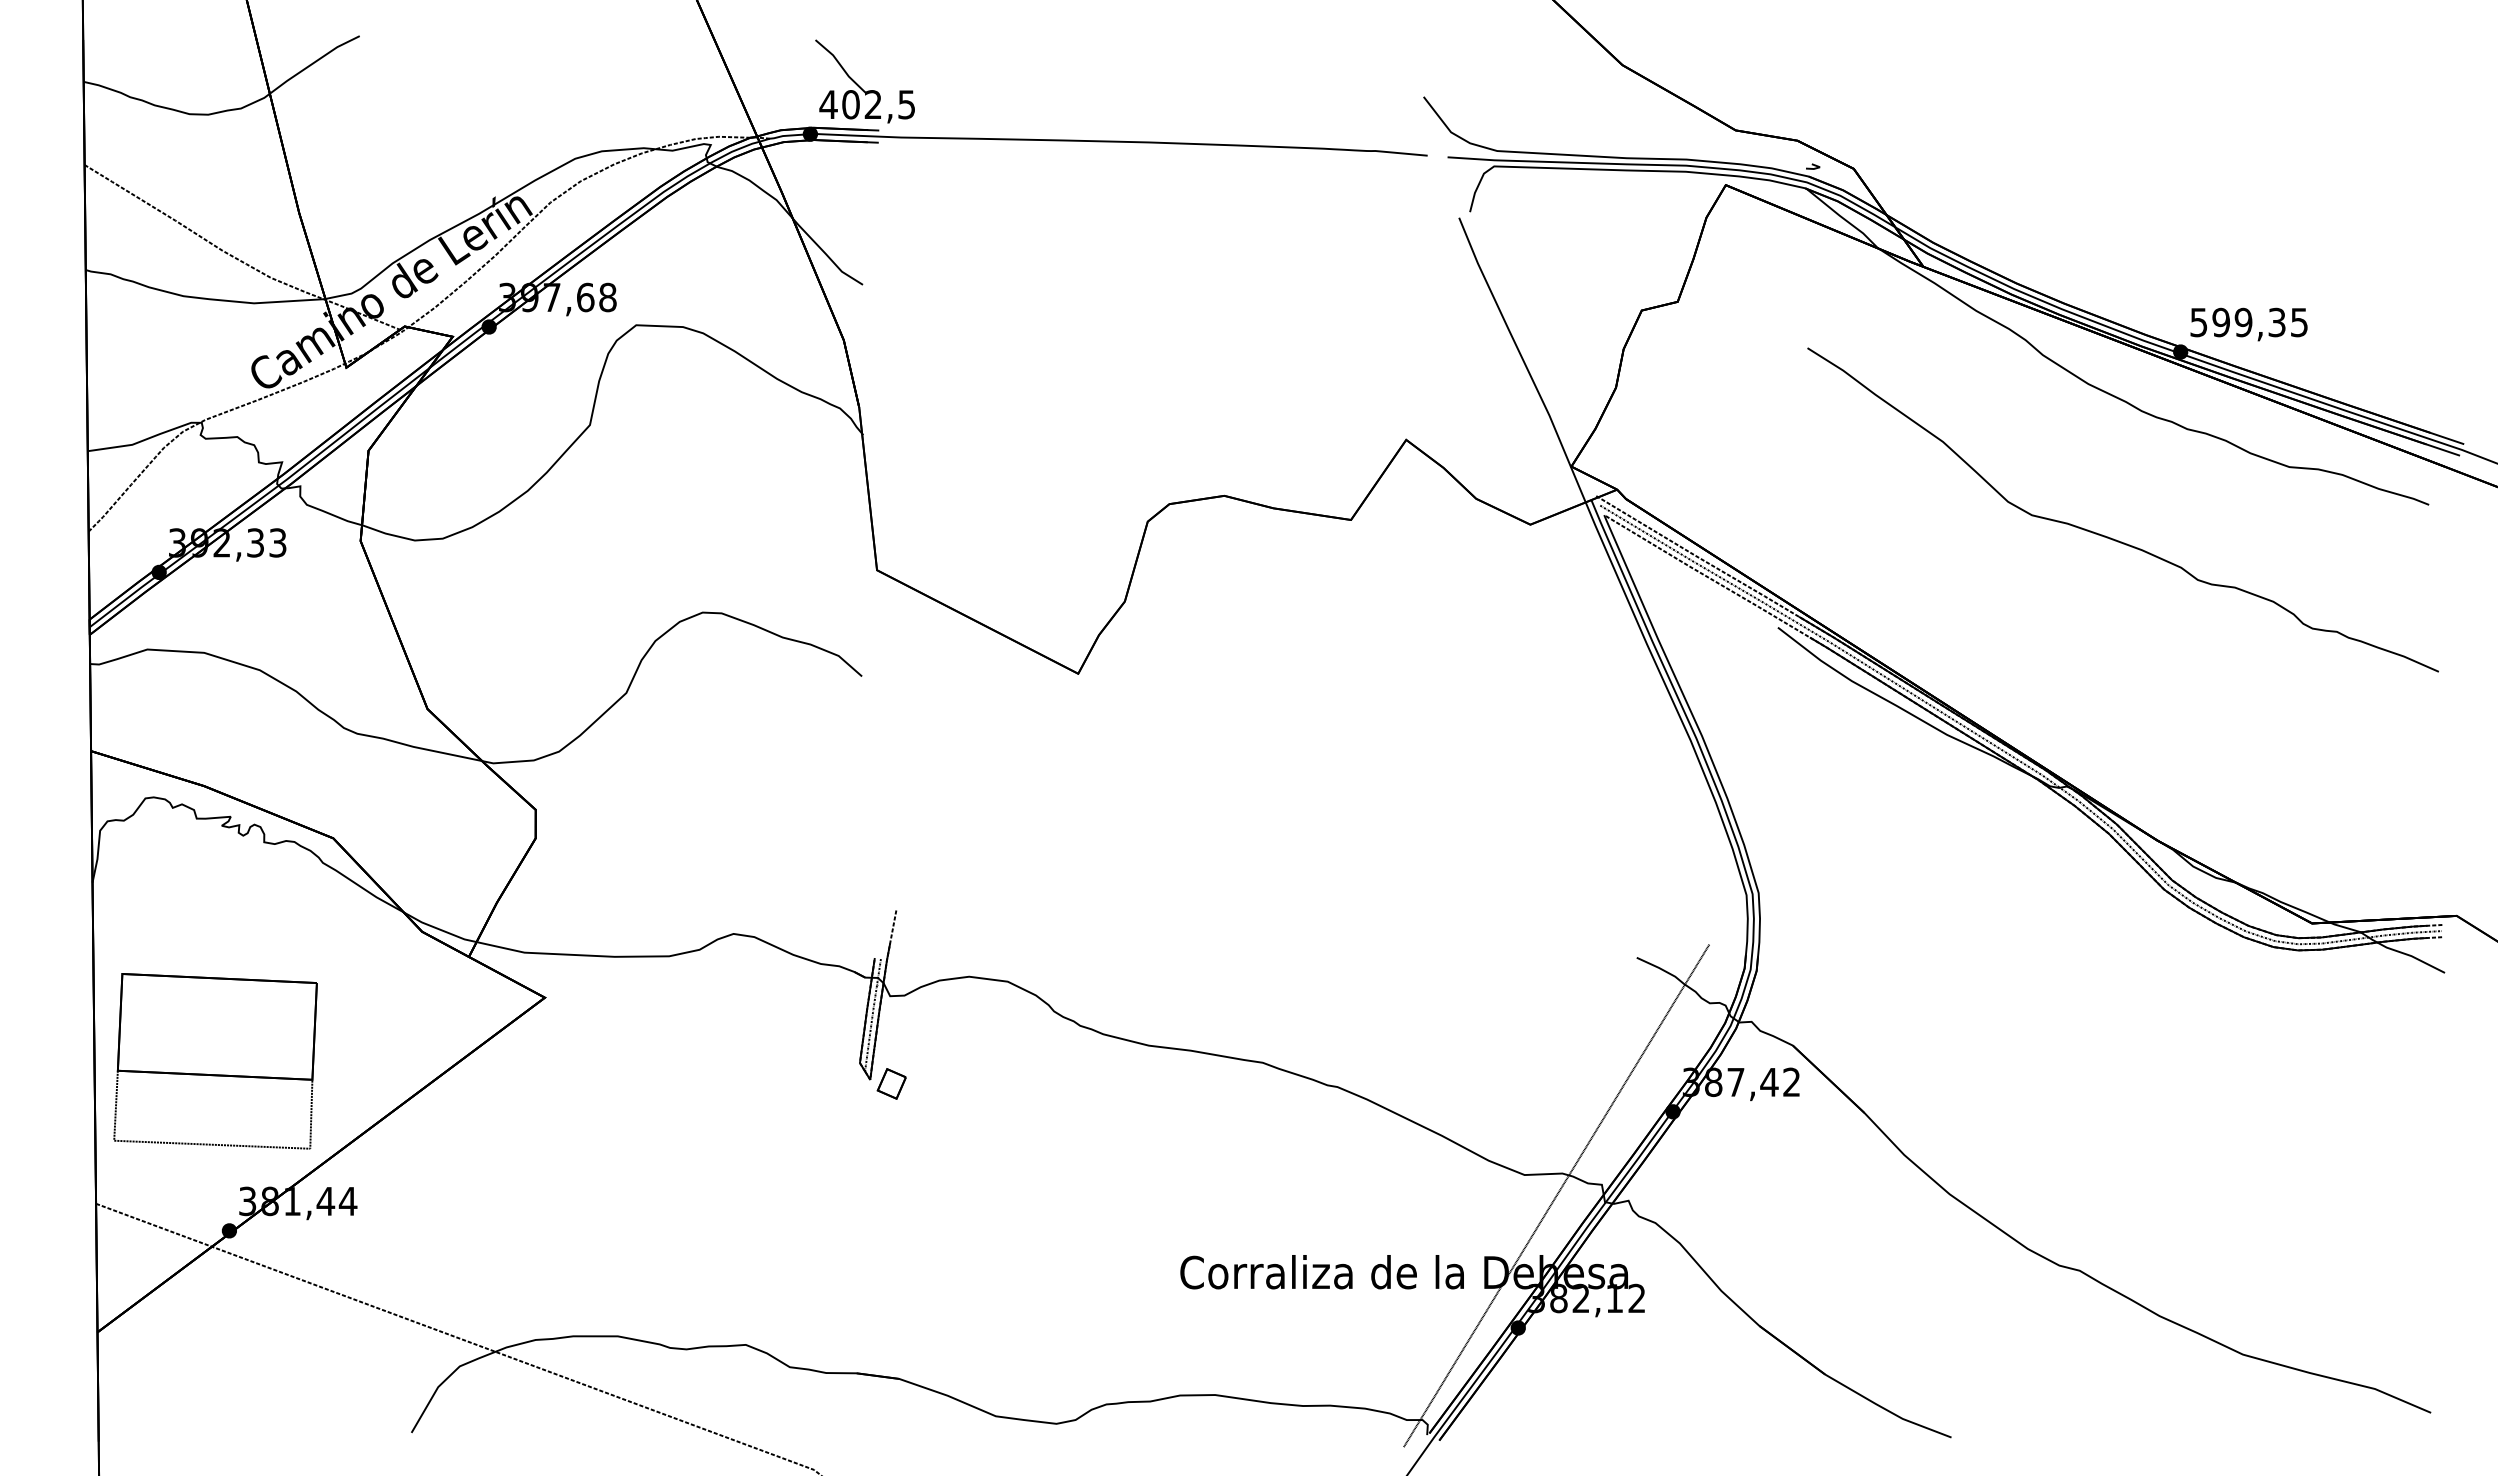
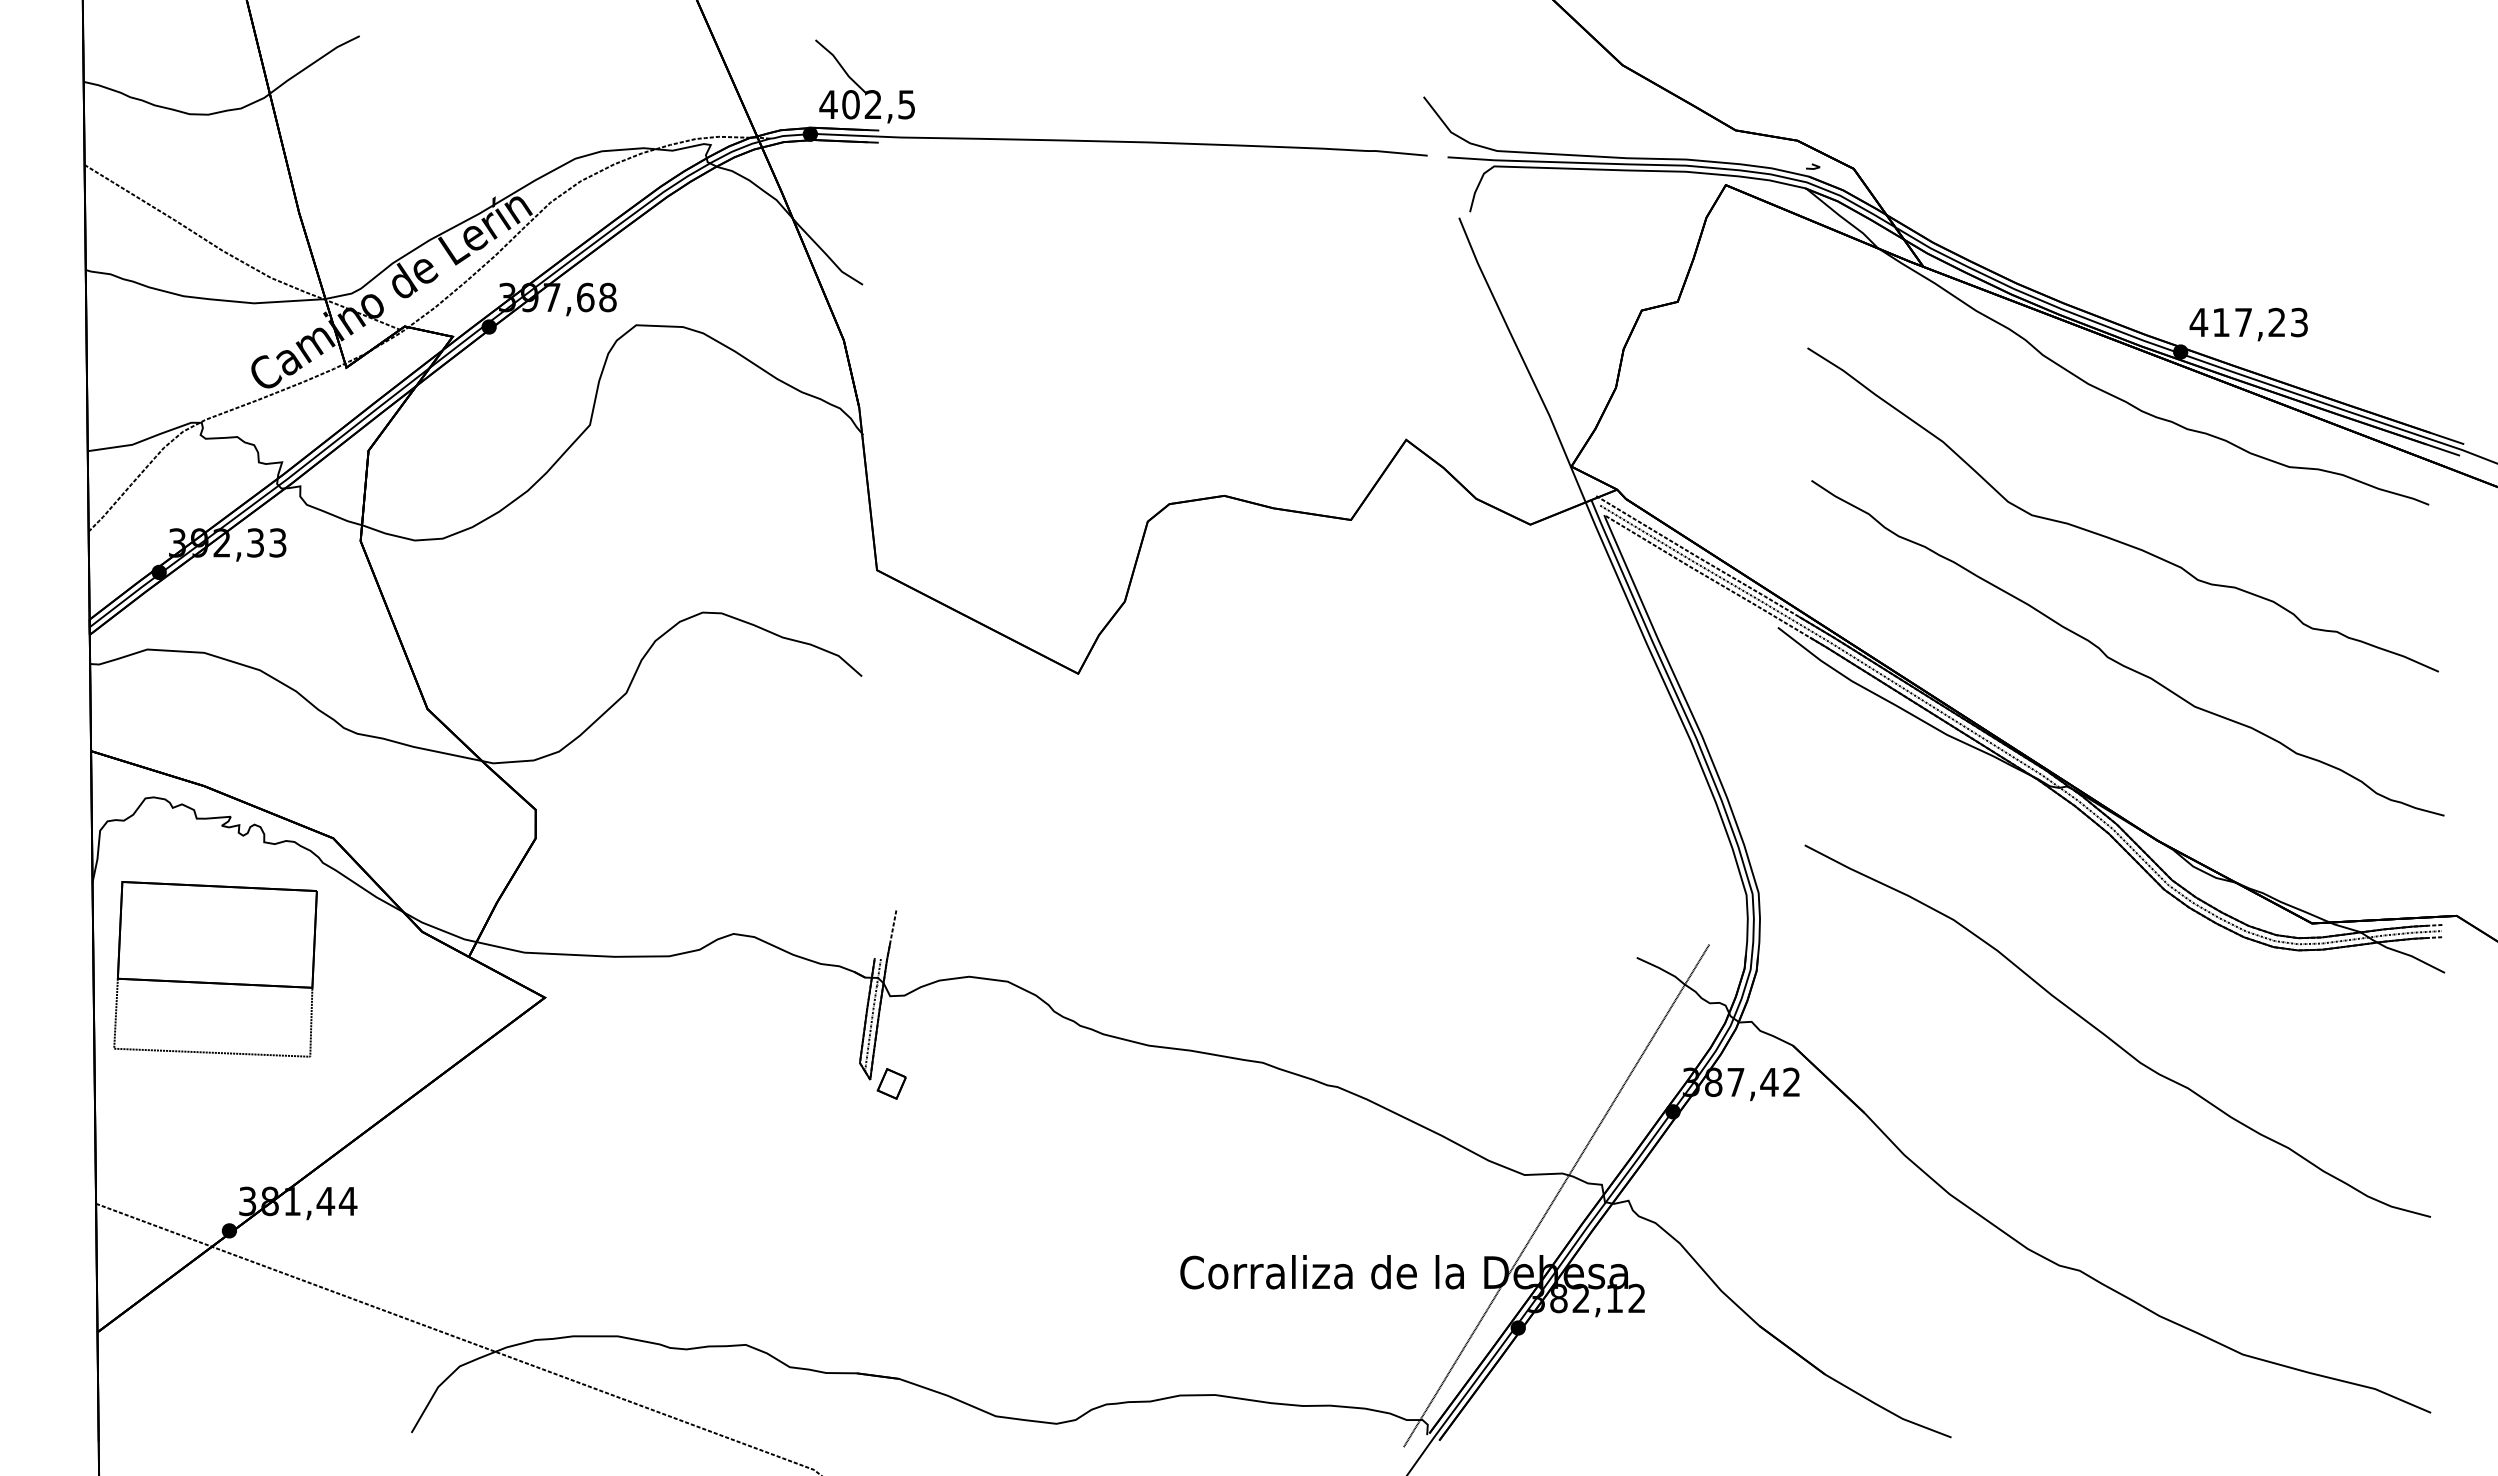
text at (2248, 322): 599,35 -> 417,23
curve at (2119, 662): none -> present
part at (2112, 1039): none -> present
part at (215, 1061) position: (215, 1061) -> (215, 969)
